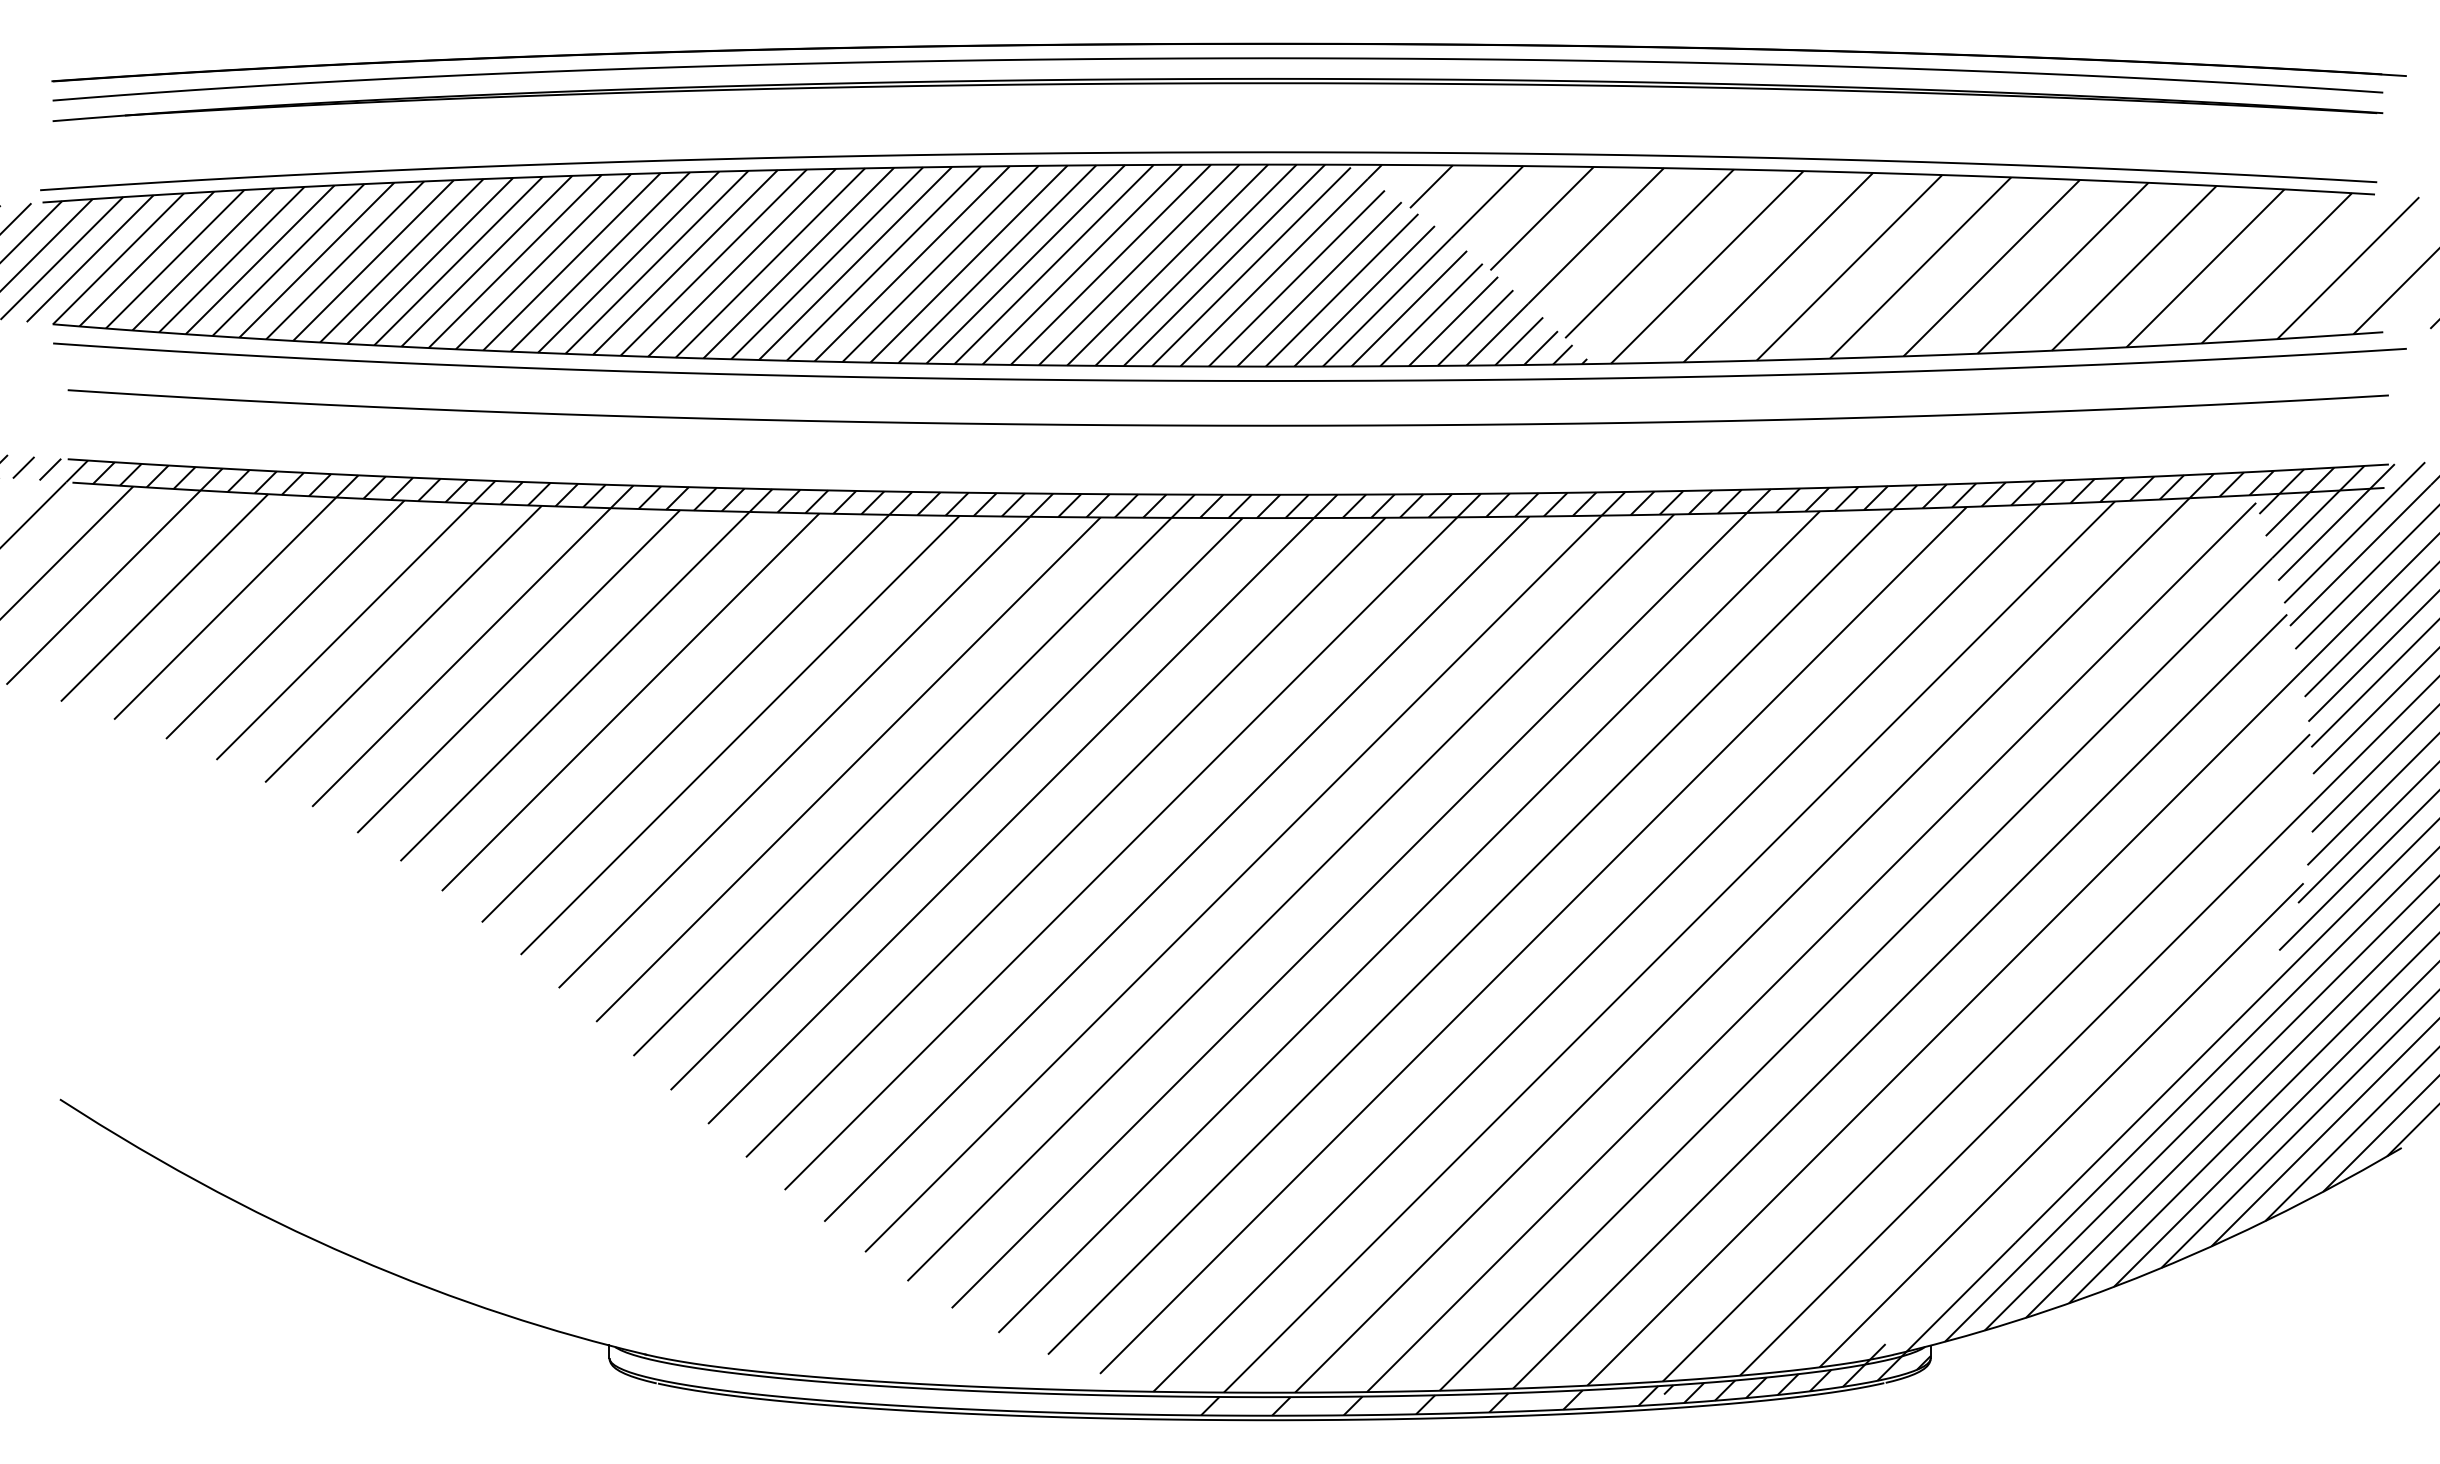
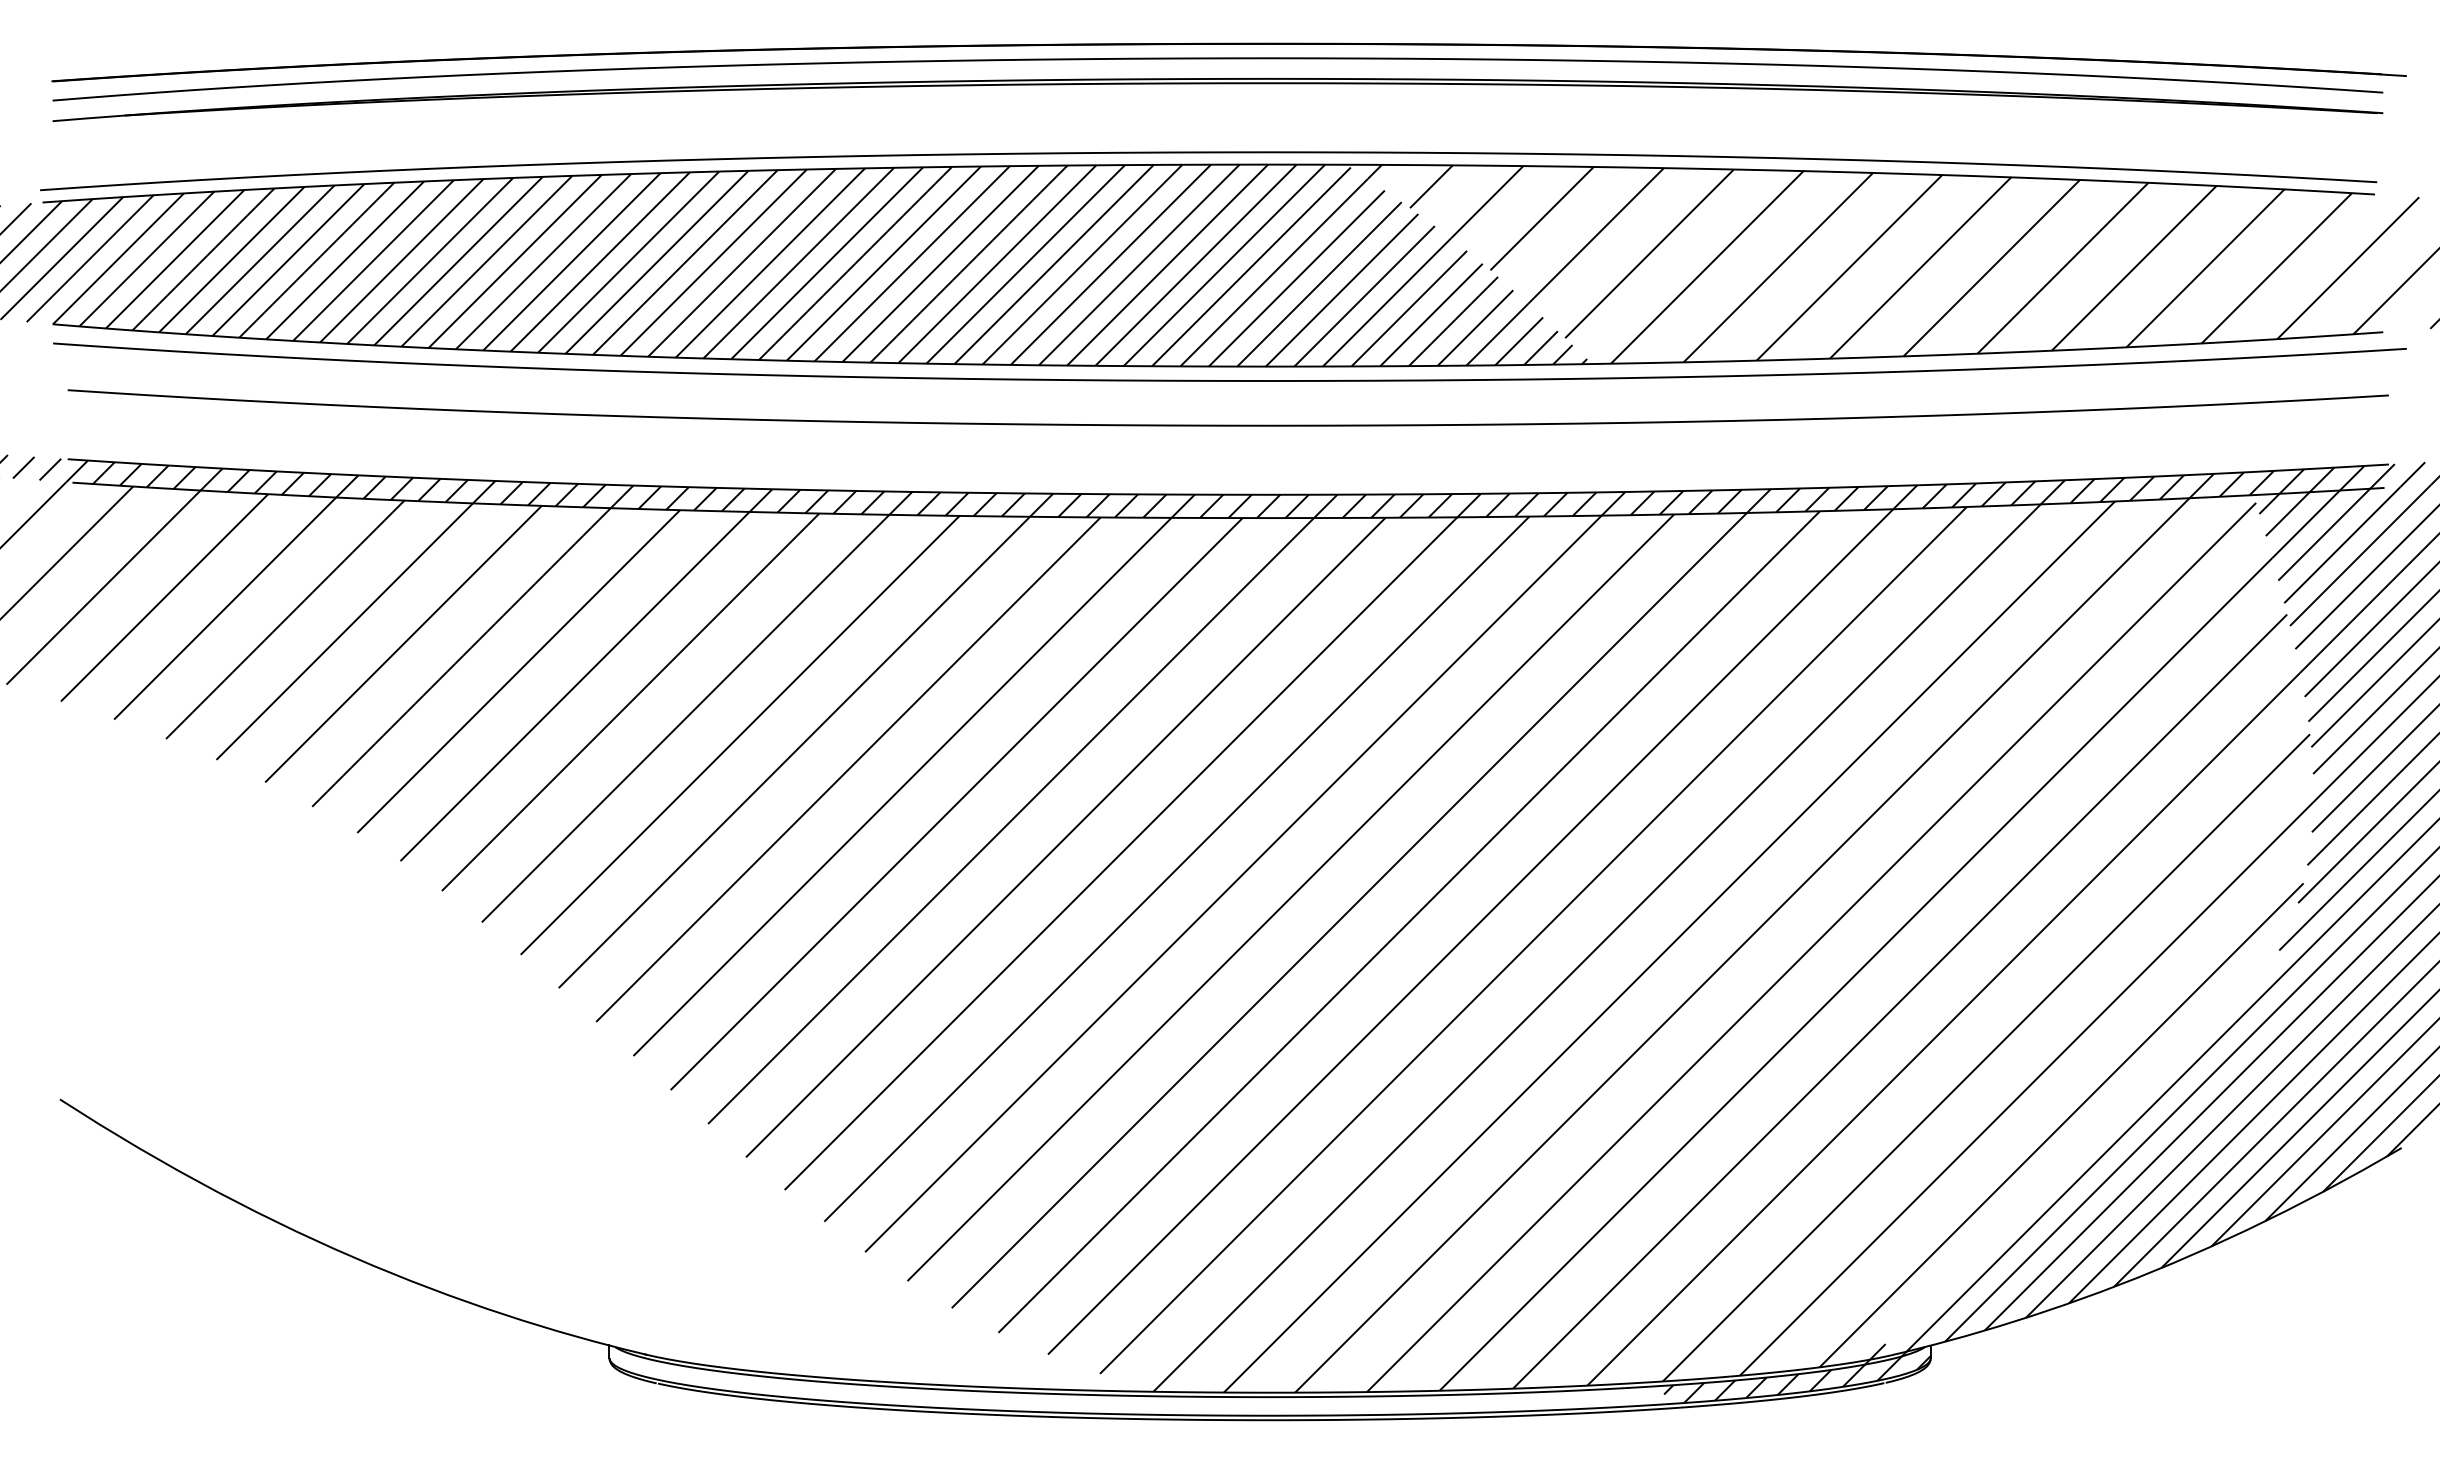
hatch at (1429, 1400): present -> none
